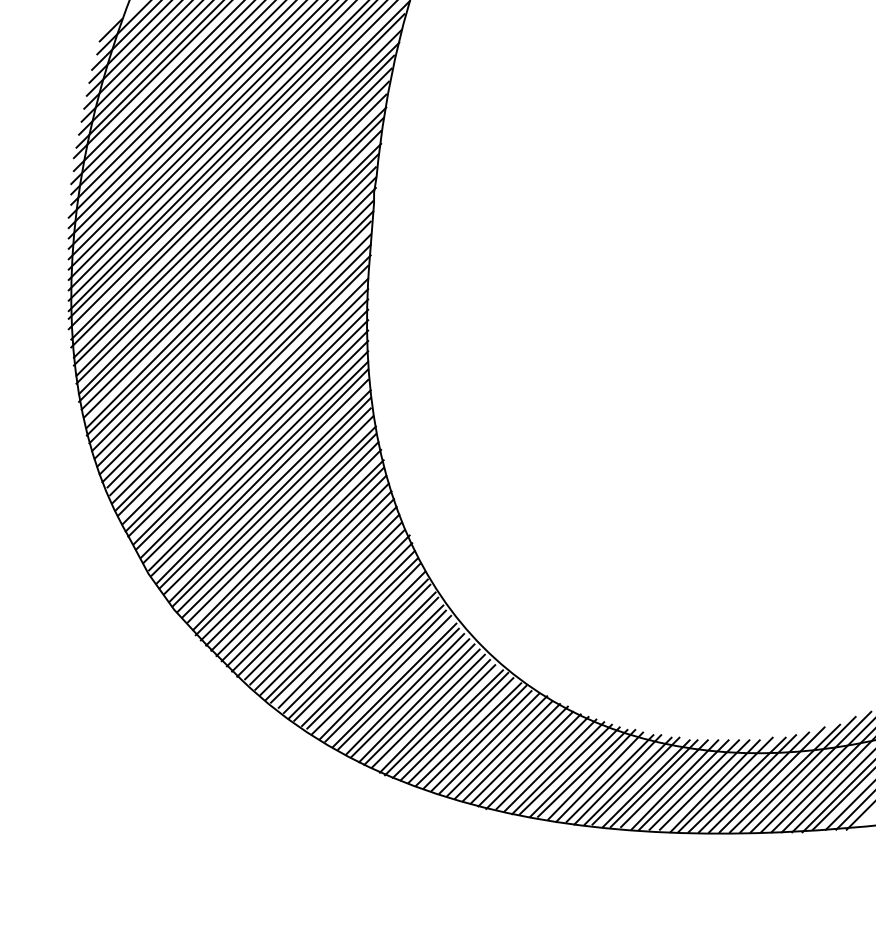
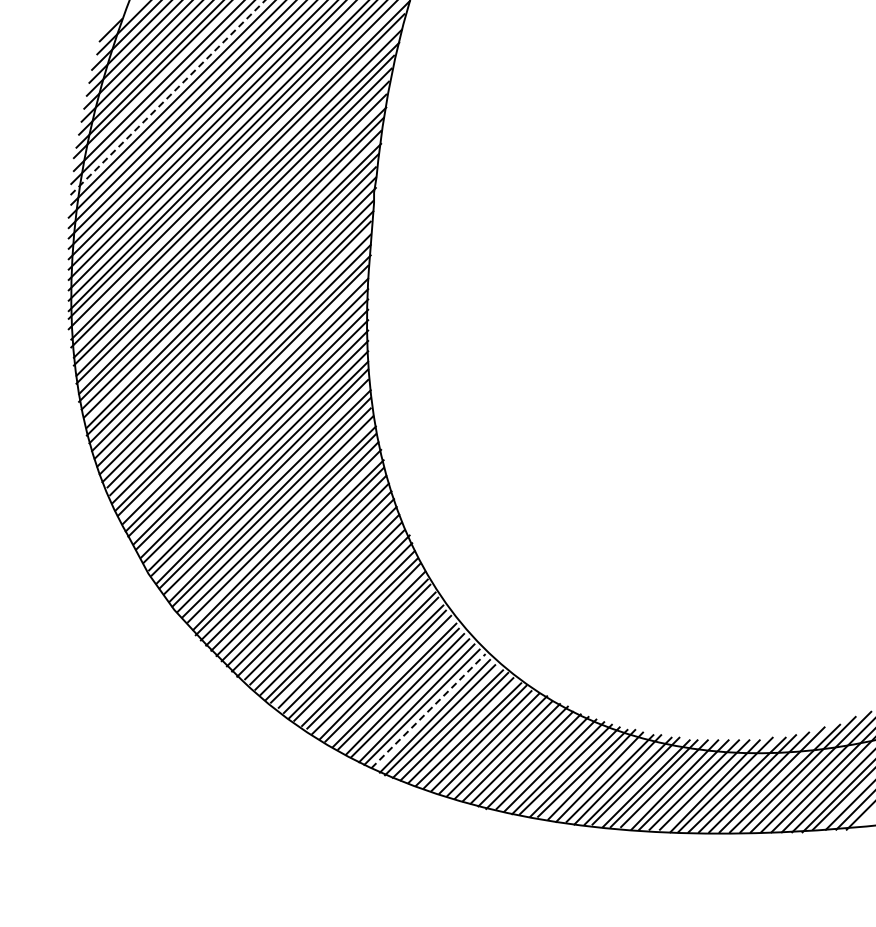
line at (168, 97): solid -> dashed
line at (428, 711): solid -> dashed
